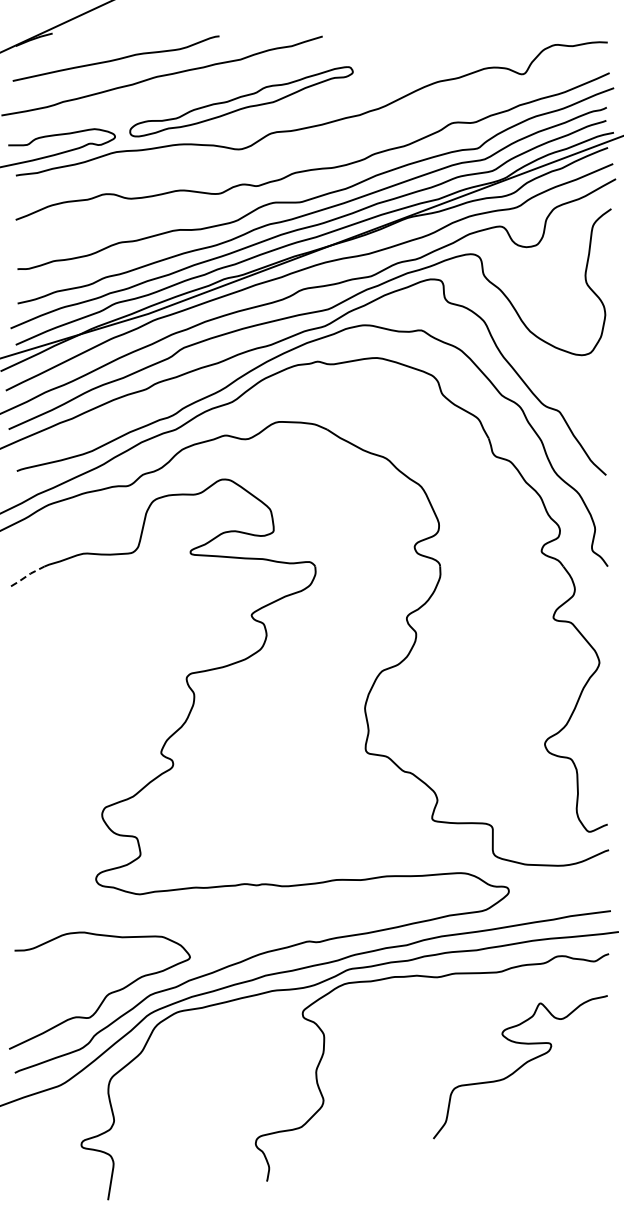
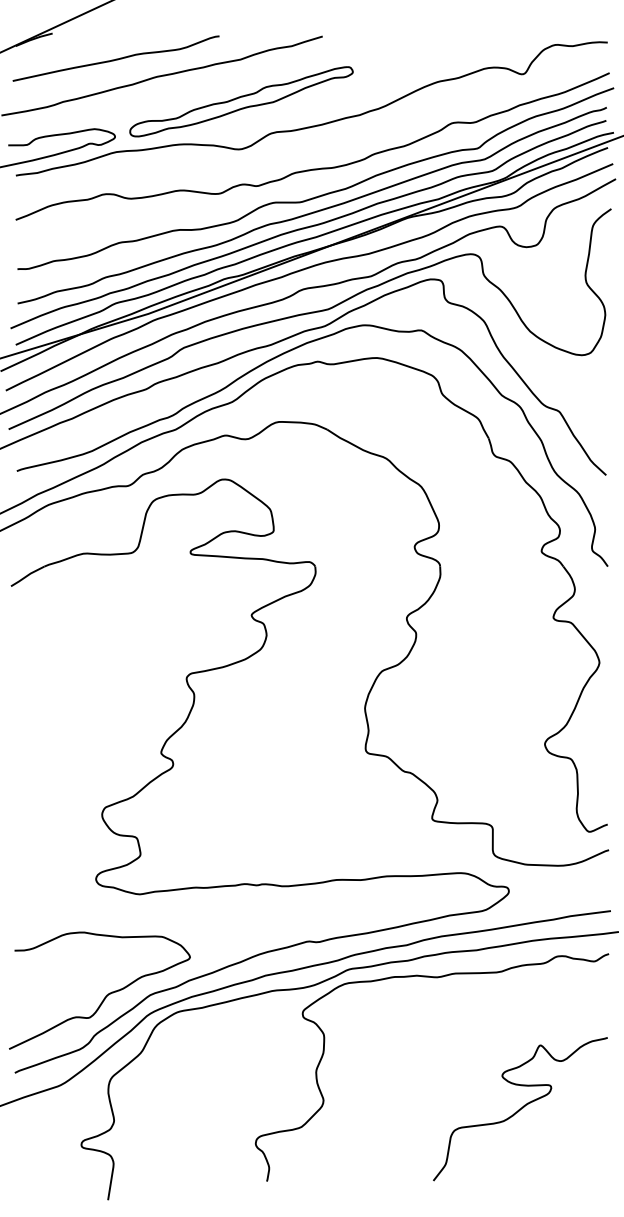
line at (27, 575): dashed -> solid
curve at (520, 1067) position: (520, 1067) -> (520, 1109)
